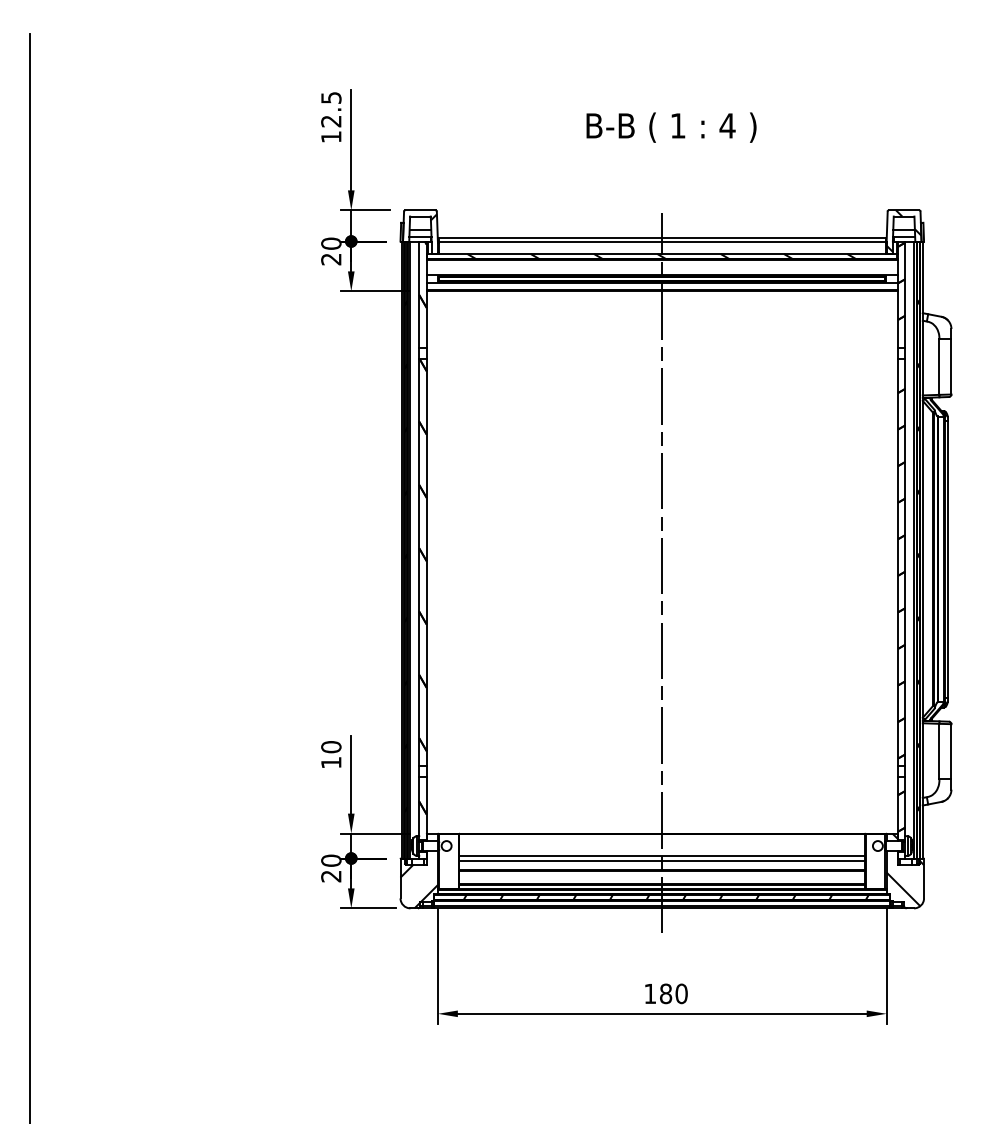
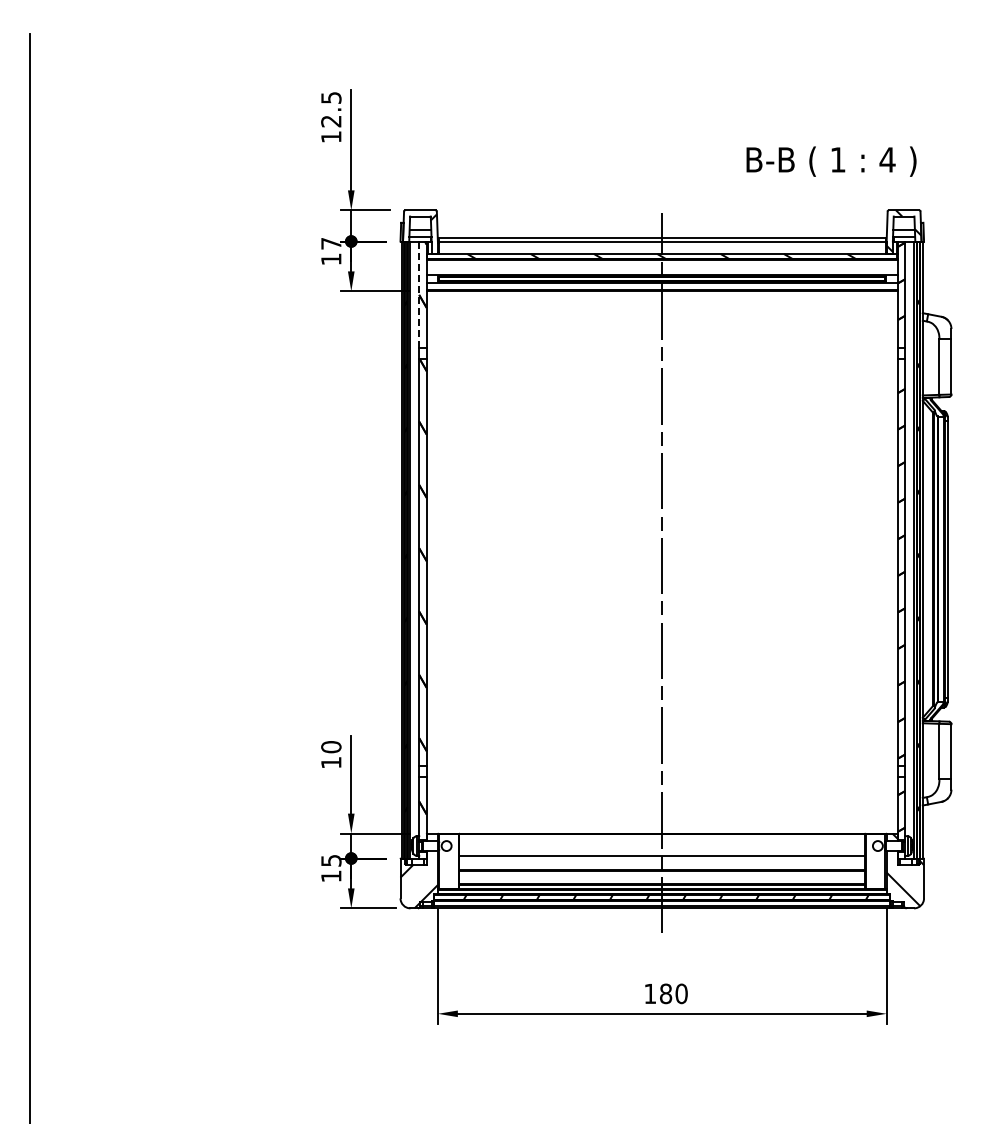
text at (671, 127) position: (671, 127) -> (831, 161)
text at (331, 251): 20 -> 17
line at (419, 295): solid -> dashed
line at (662, 861): present -> none
text at (331, 868): 20 -> 15
